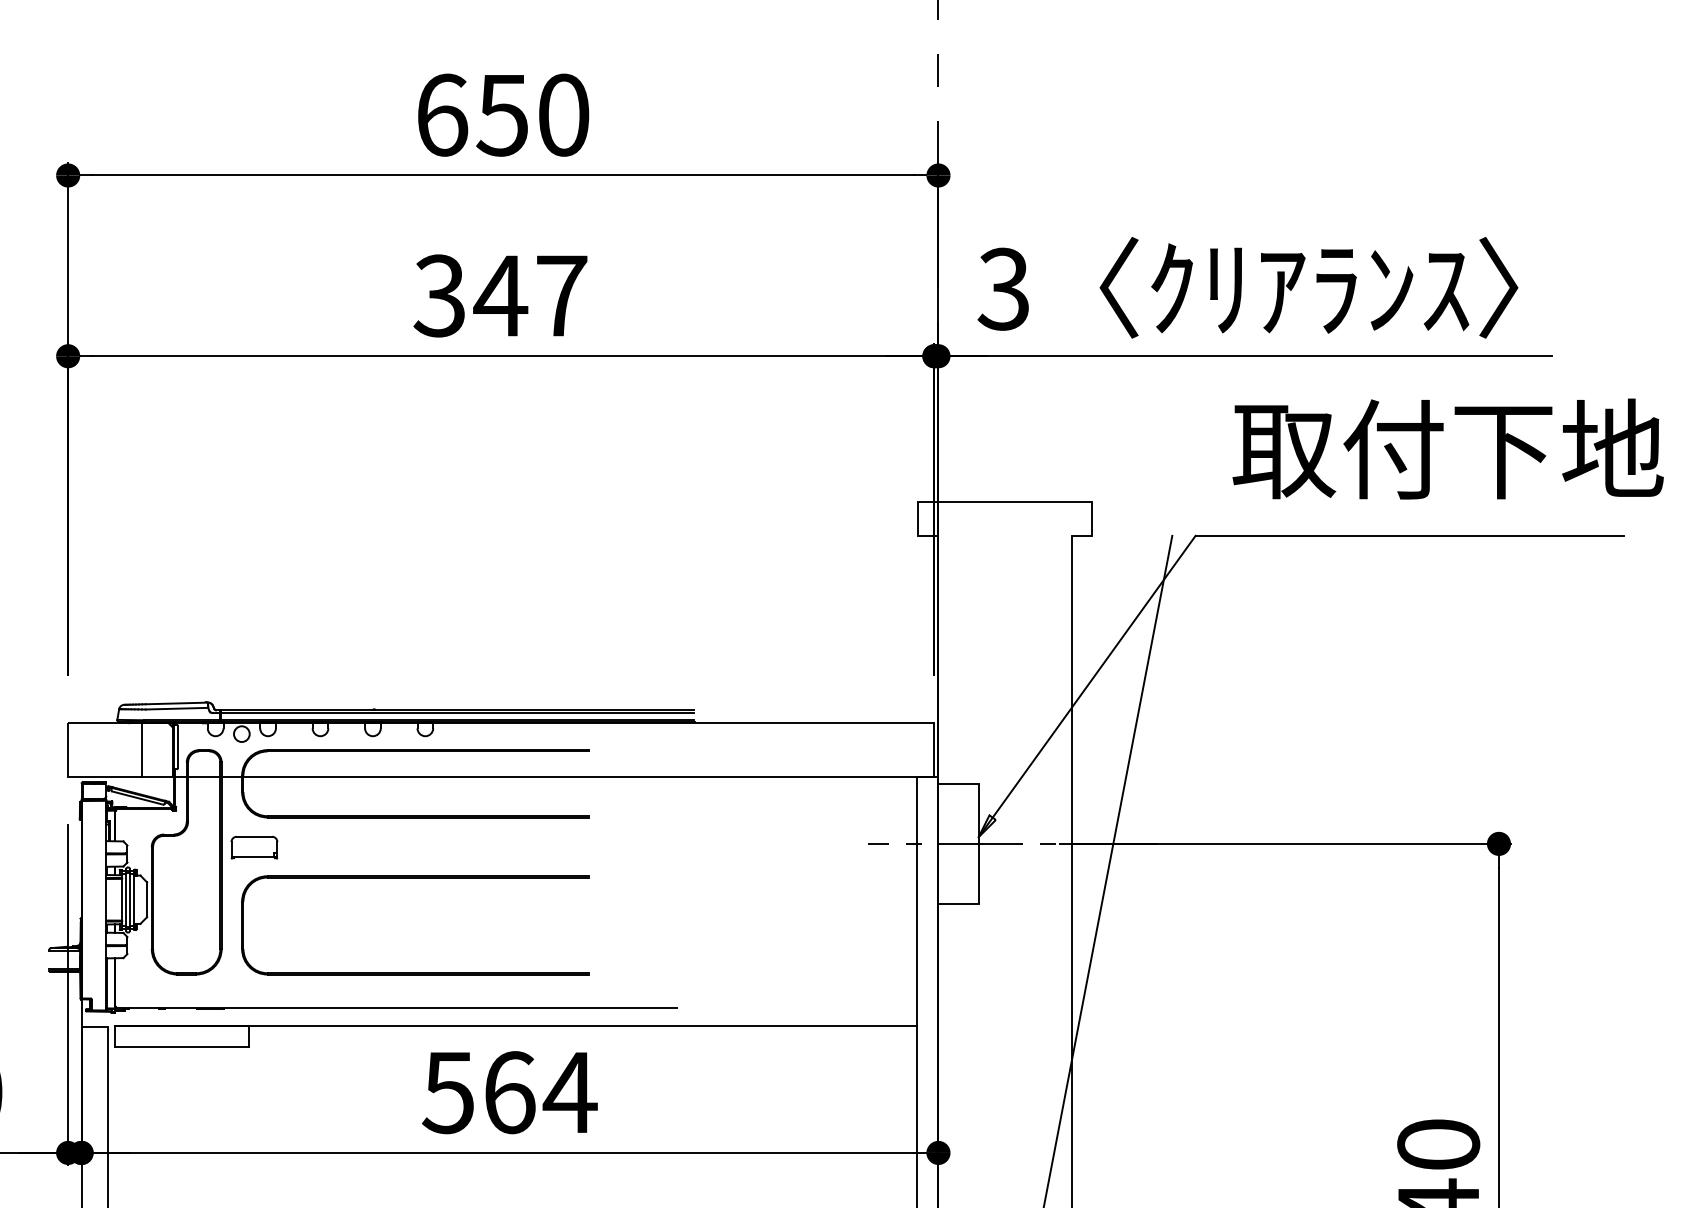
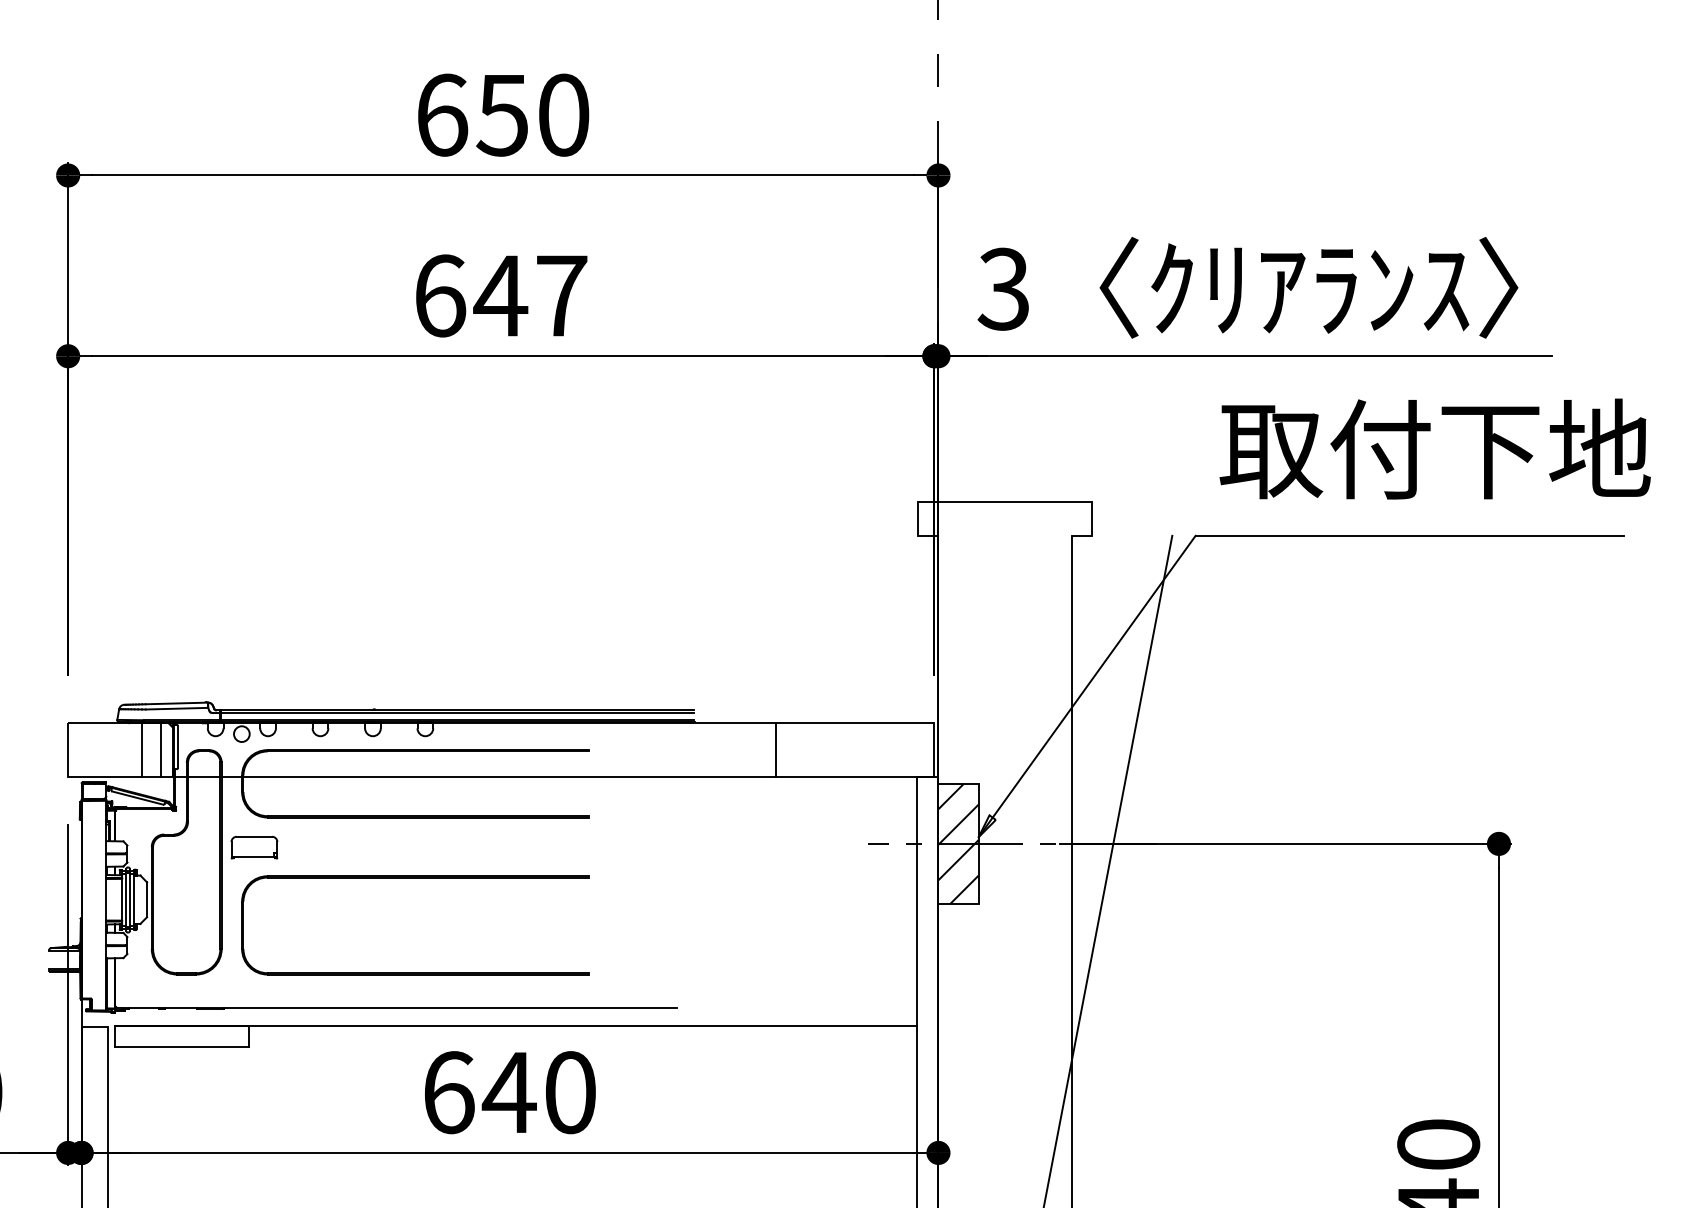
text at (439, 295): 347 -> 647
text at (1447, 448) position: (1447, 448) -> (1434, 448)
line at (160, 749): none -> present
line at (776, 749): none -> present
hatch at (958, 843): none -> present
text at (509, 1092): 564 -> 640
